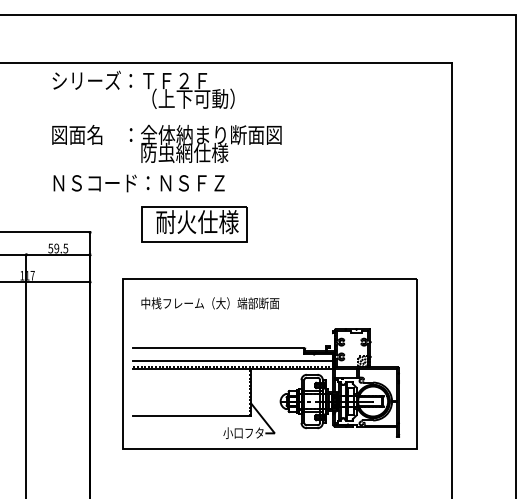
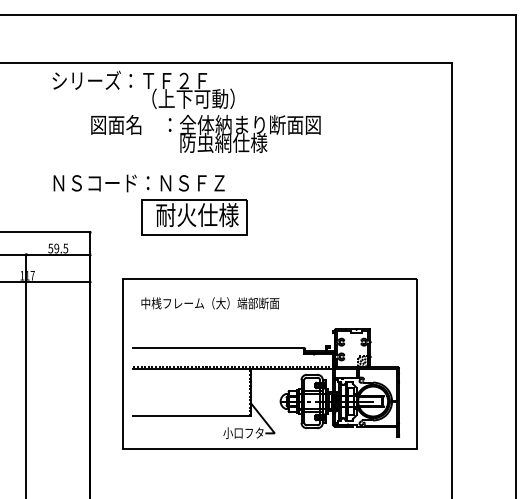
text at (166, 143) position: (166, 143) -> (205, 133)
part at (194, 224) position: (194, 224) -> (194, 217)
line at (232, 361): present -> none
